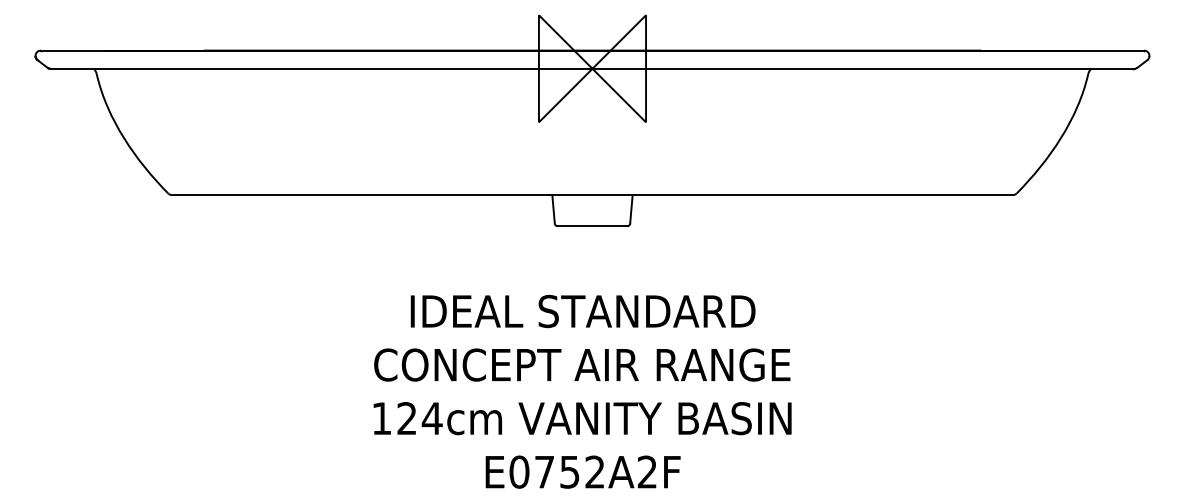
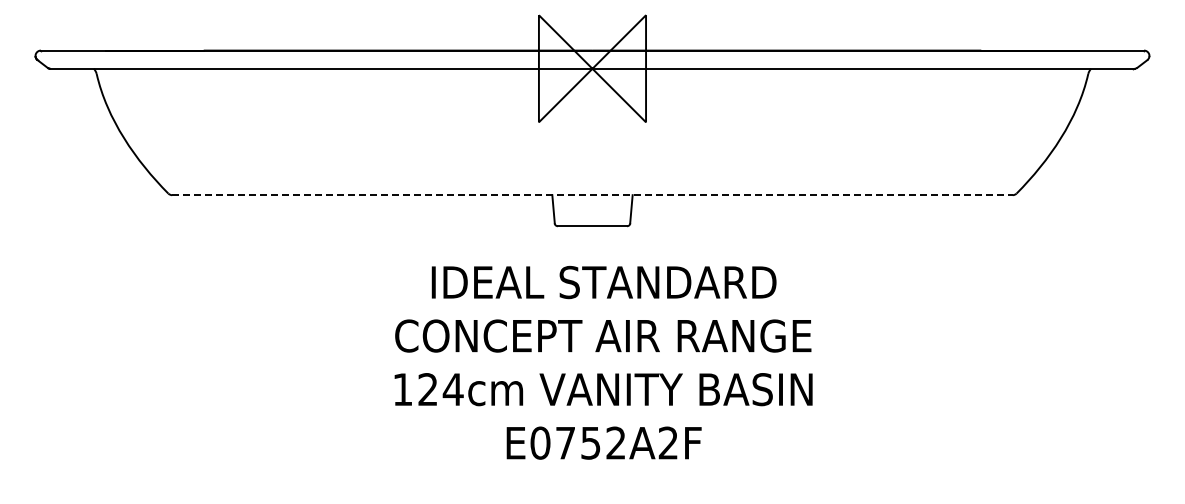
line at (592, 195): solid -> dashed
text at (582, 391) position: (582, 391) -> (603, 362)
